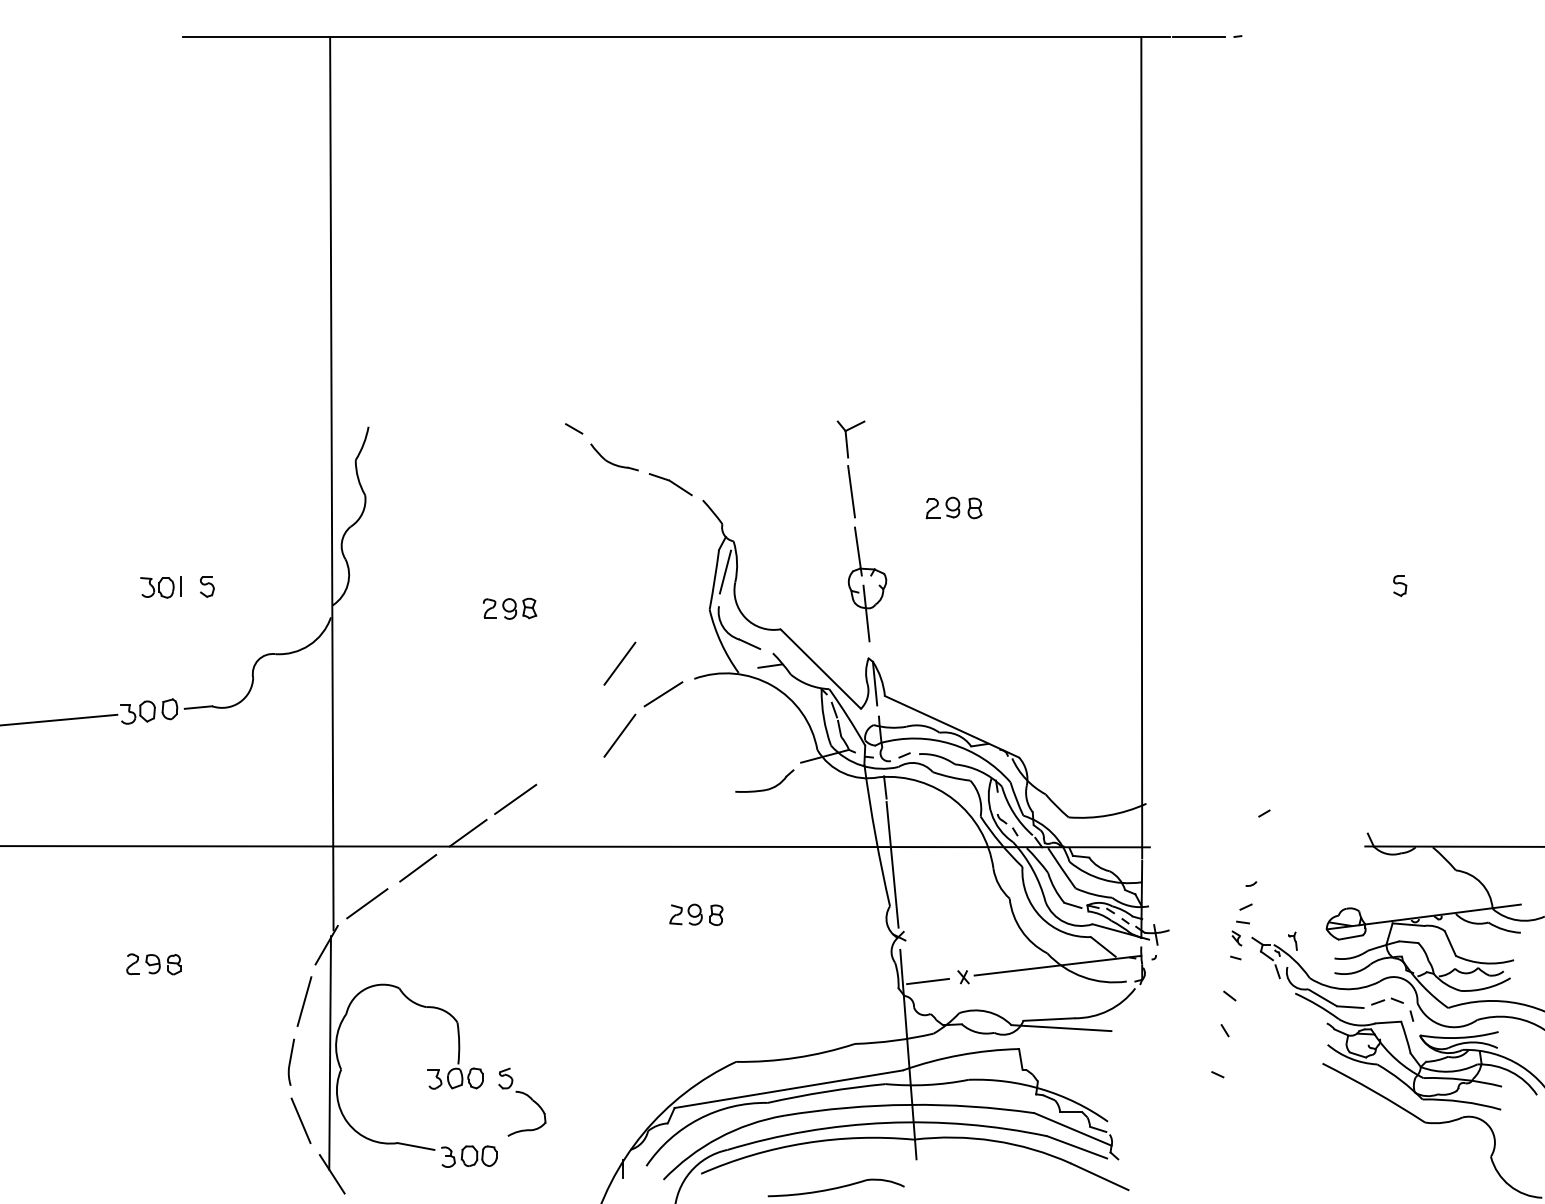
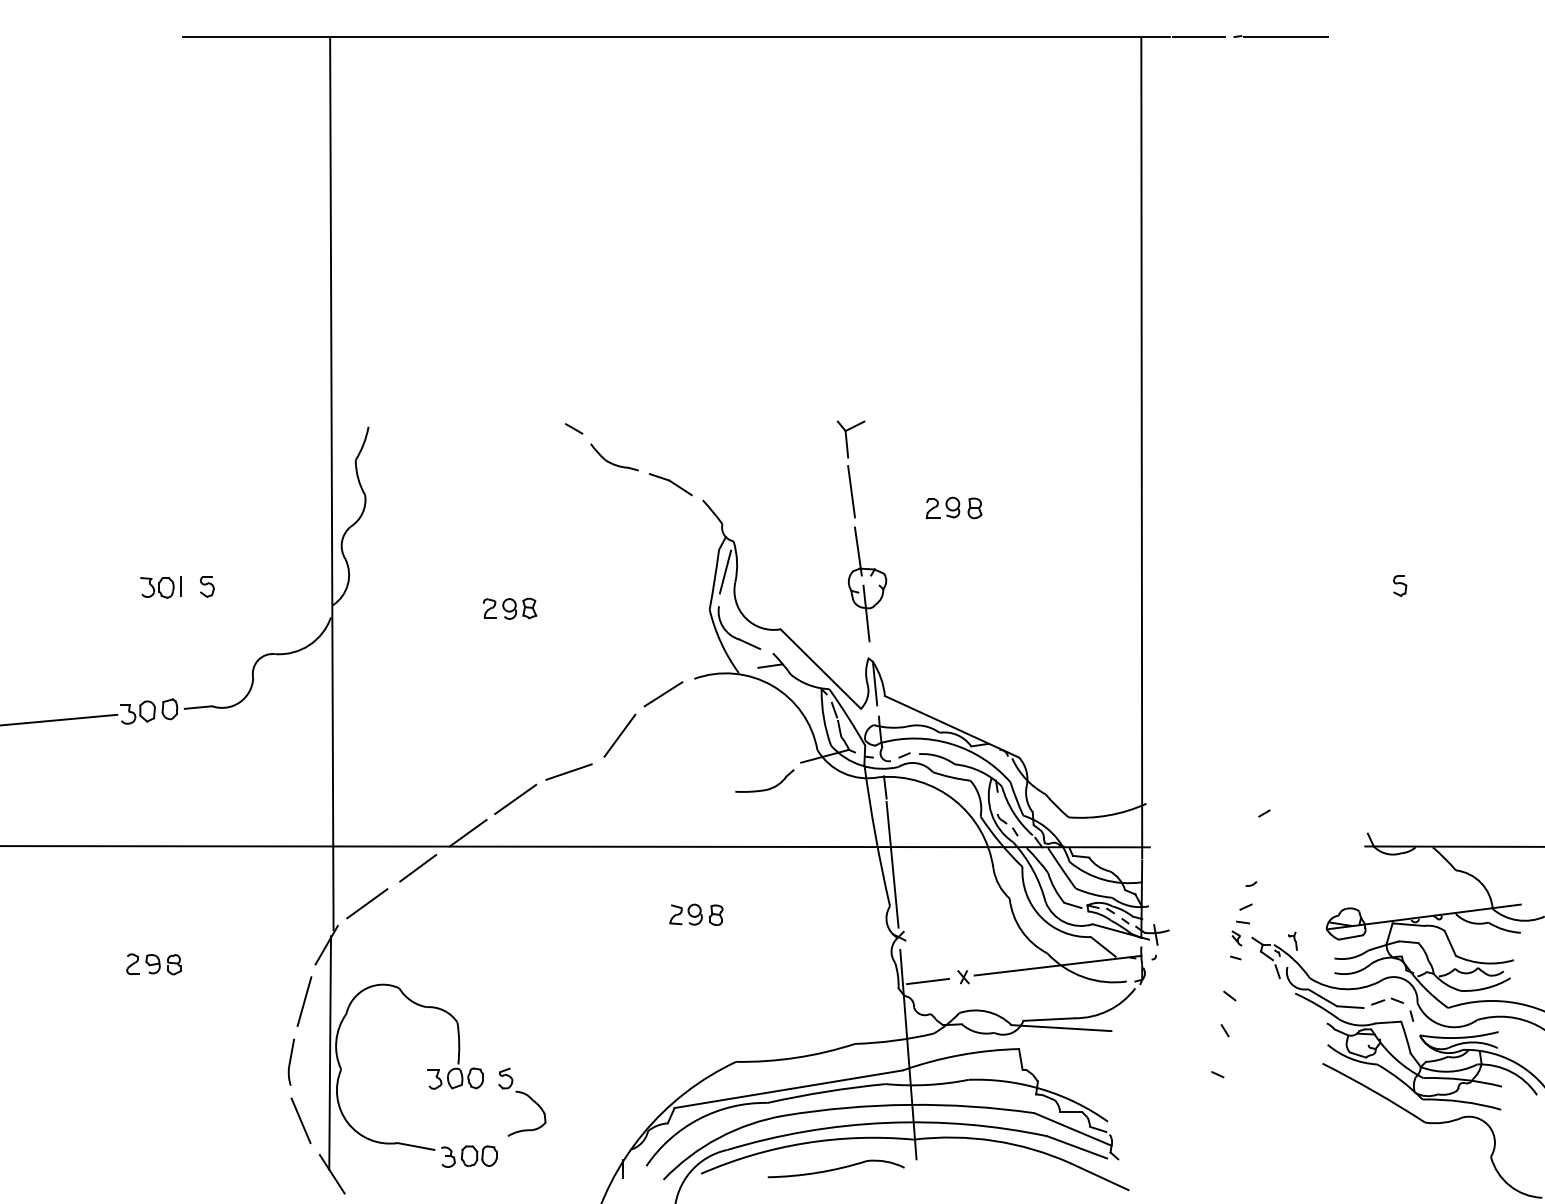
line at (1285, 36): none -> present
line at (619, 663): present -> none
line at (568, 771): none -> present
part at (835, 1187) position: (835, 1187) -> (835, 1168)
